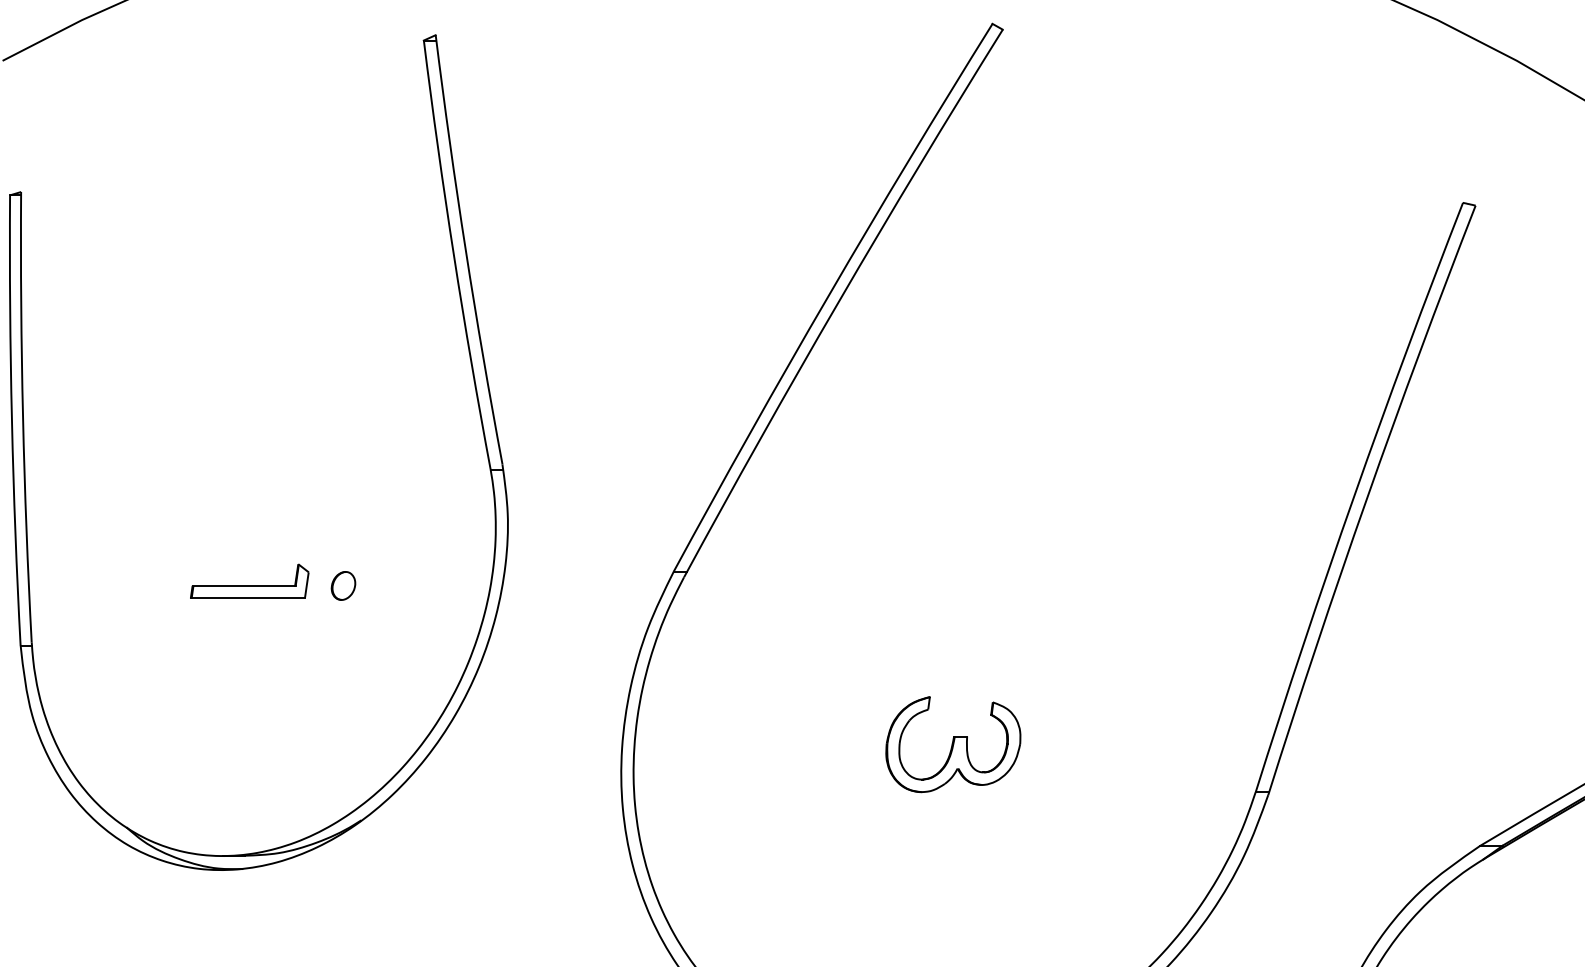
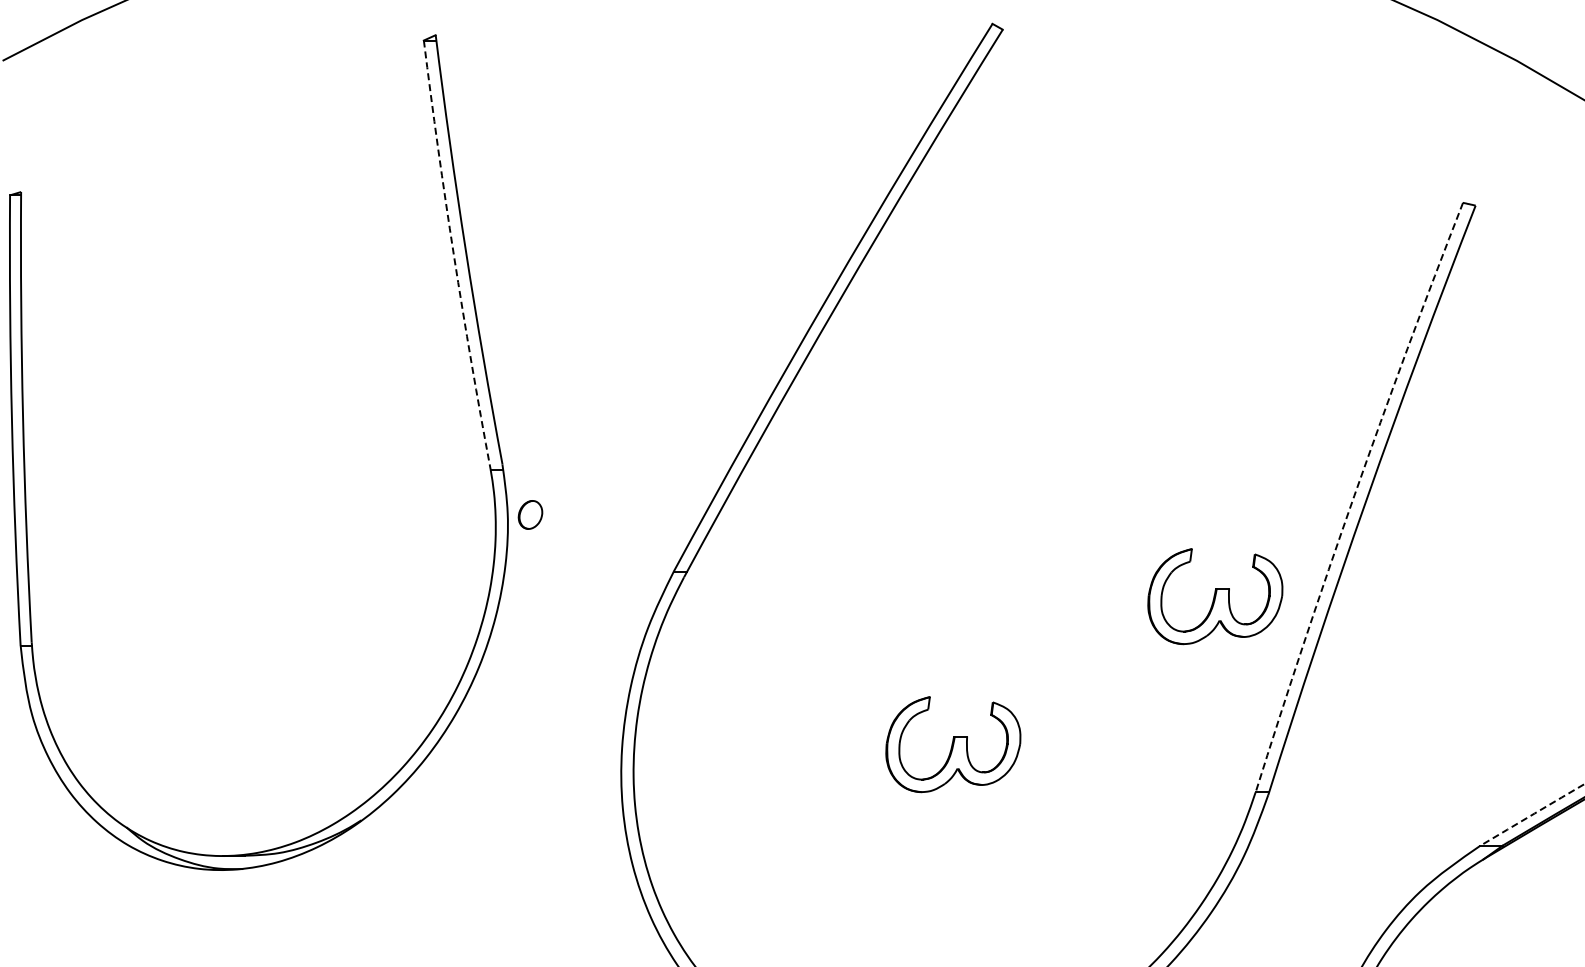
arc at (453, 255): solid -> dashed
arc at (1354, 495): solid -> dashed
part at (249, 580): present -> none
part at (343, 585) position: (343, 585) -> (530, 514)
part at (1215, 596): none -> present
arc at (1532, 814): solid -> dashed
